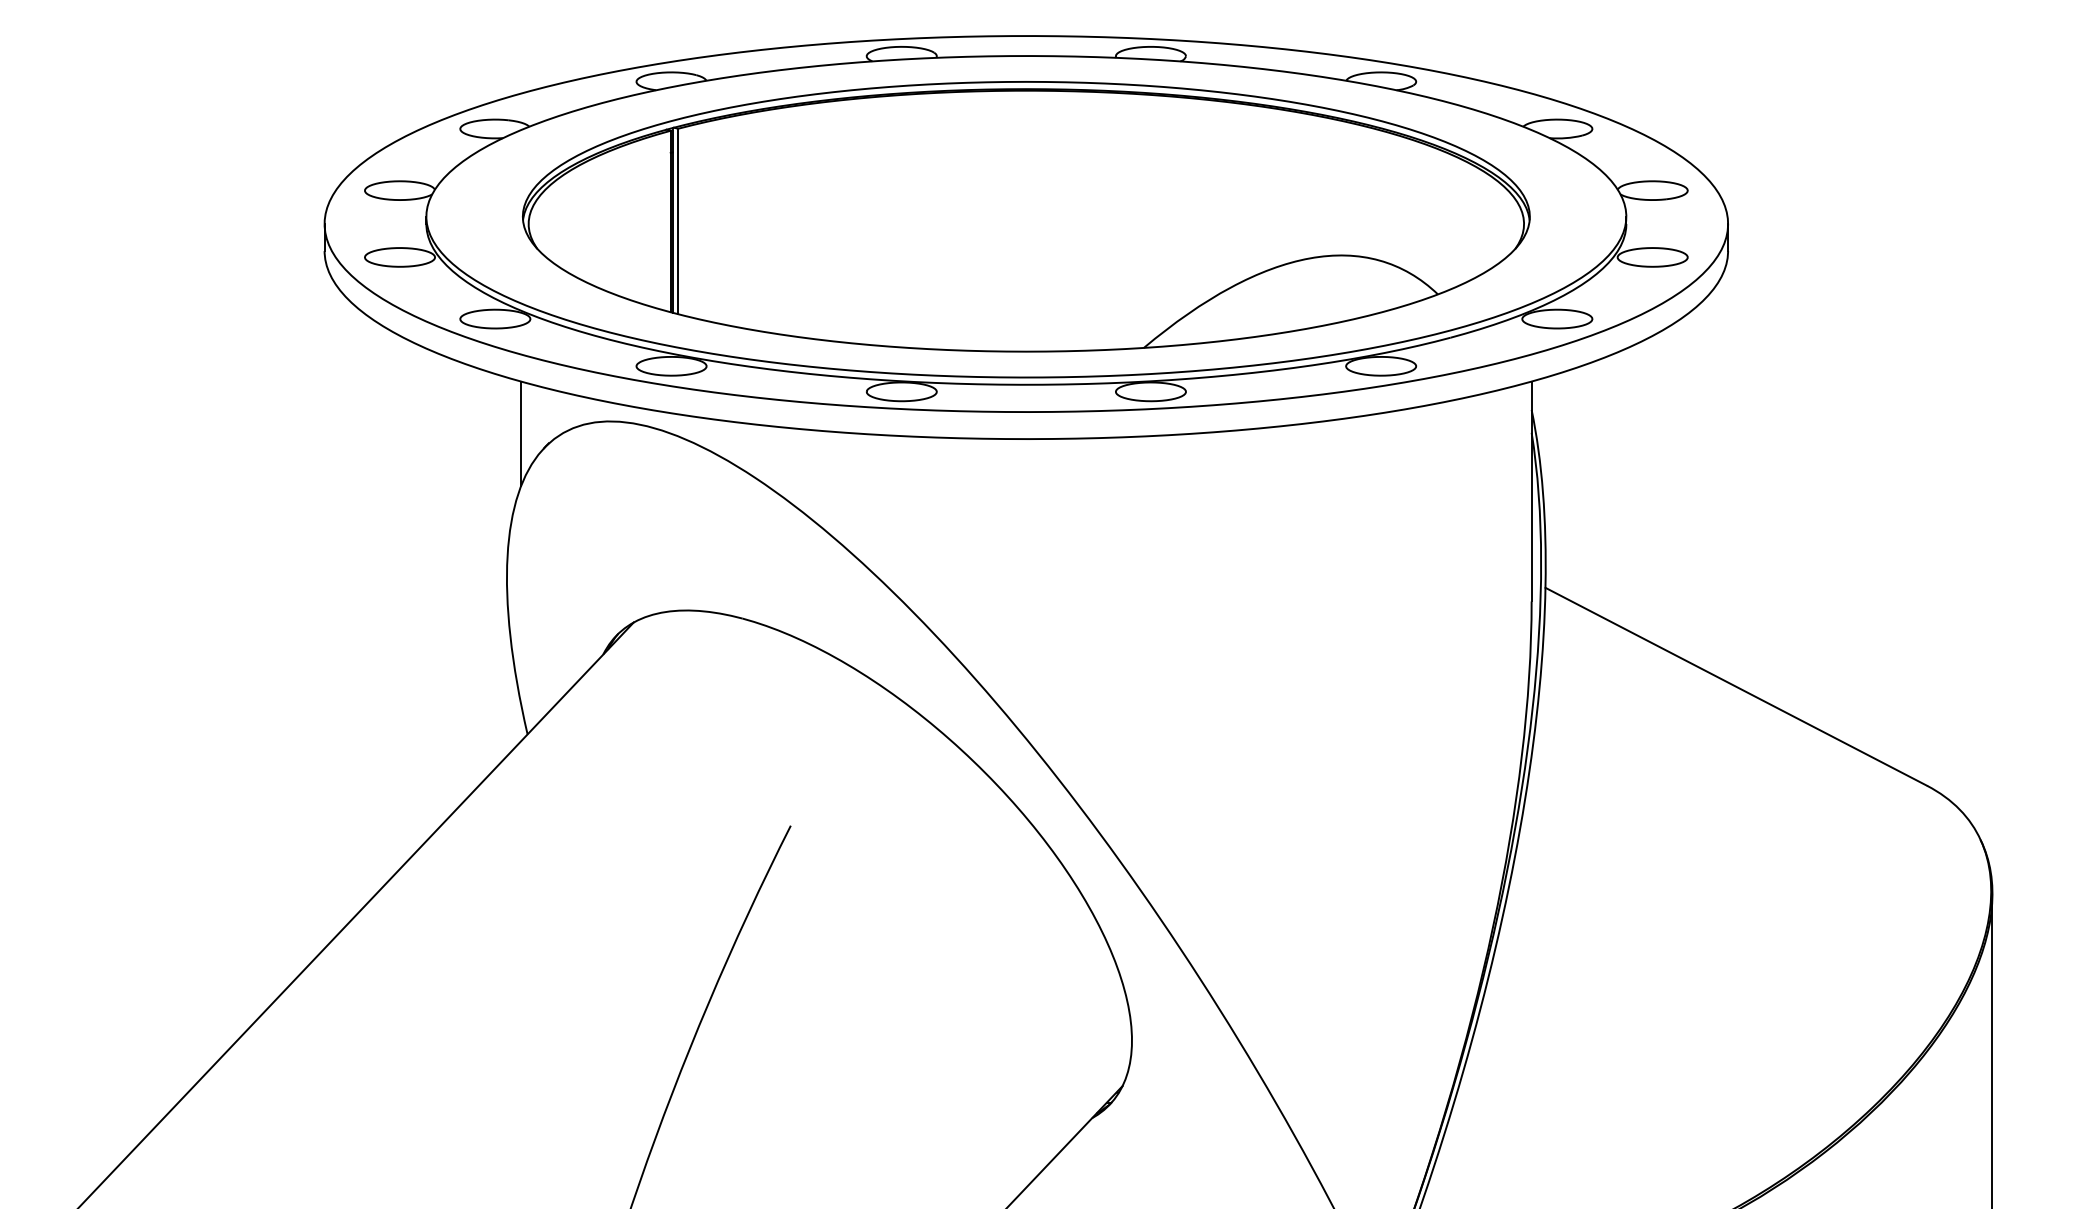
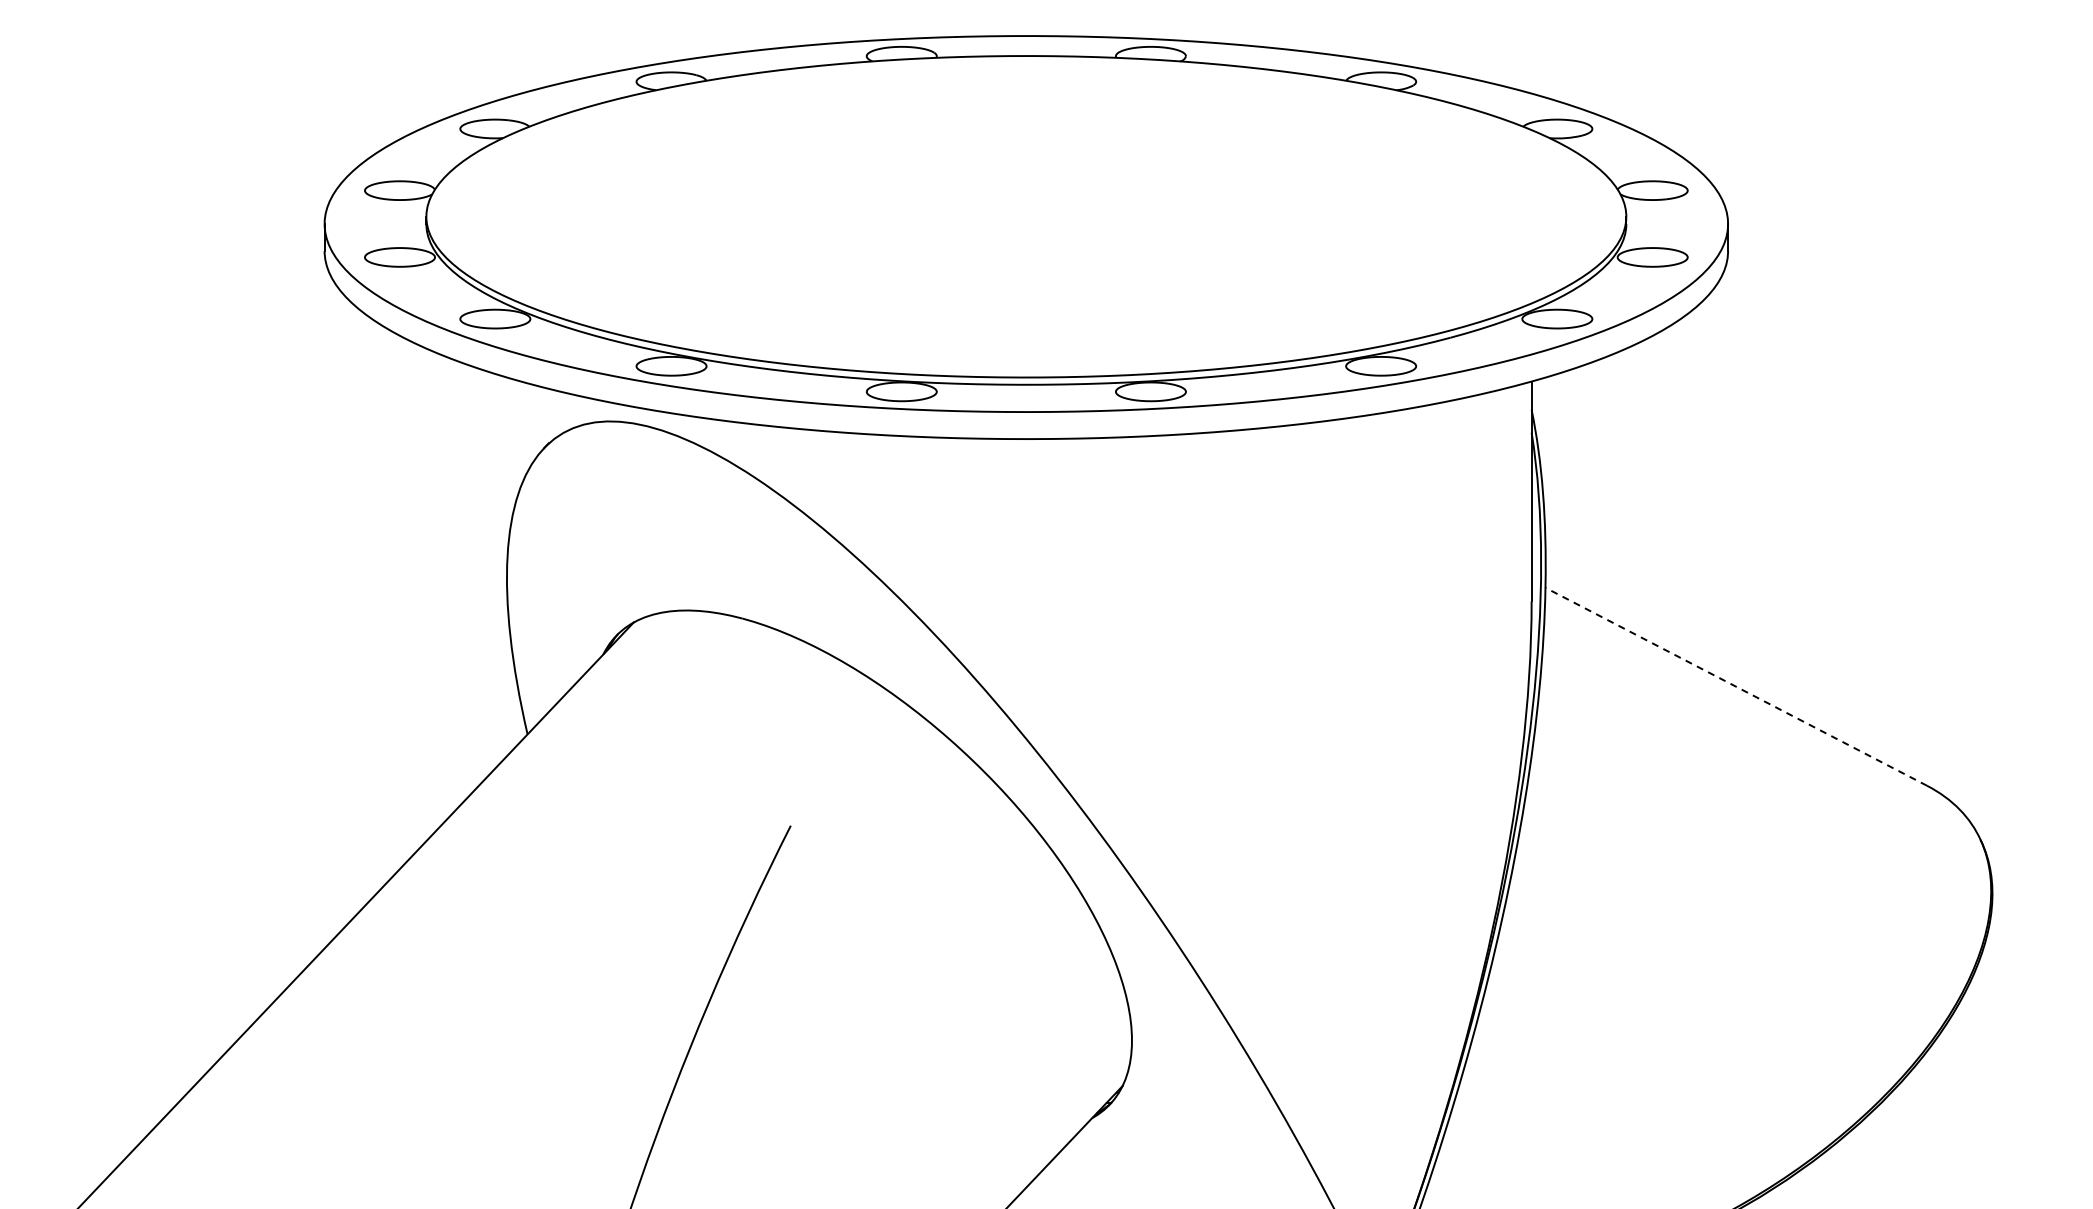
part at (1026, 216): present -> none
line at (521, 433): present -> none
line at (1736, 686): solid -> dashed
line at (1992, 1049): present -> none
